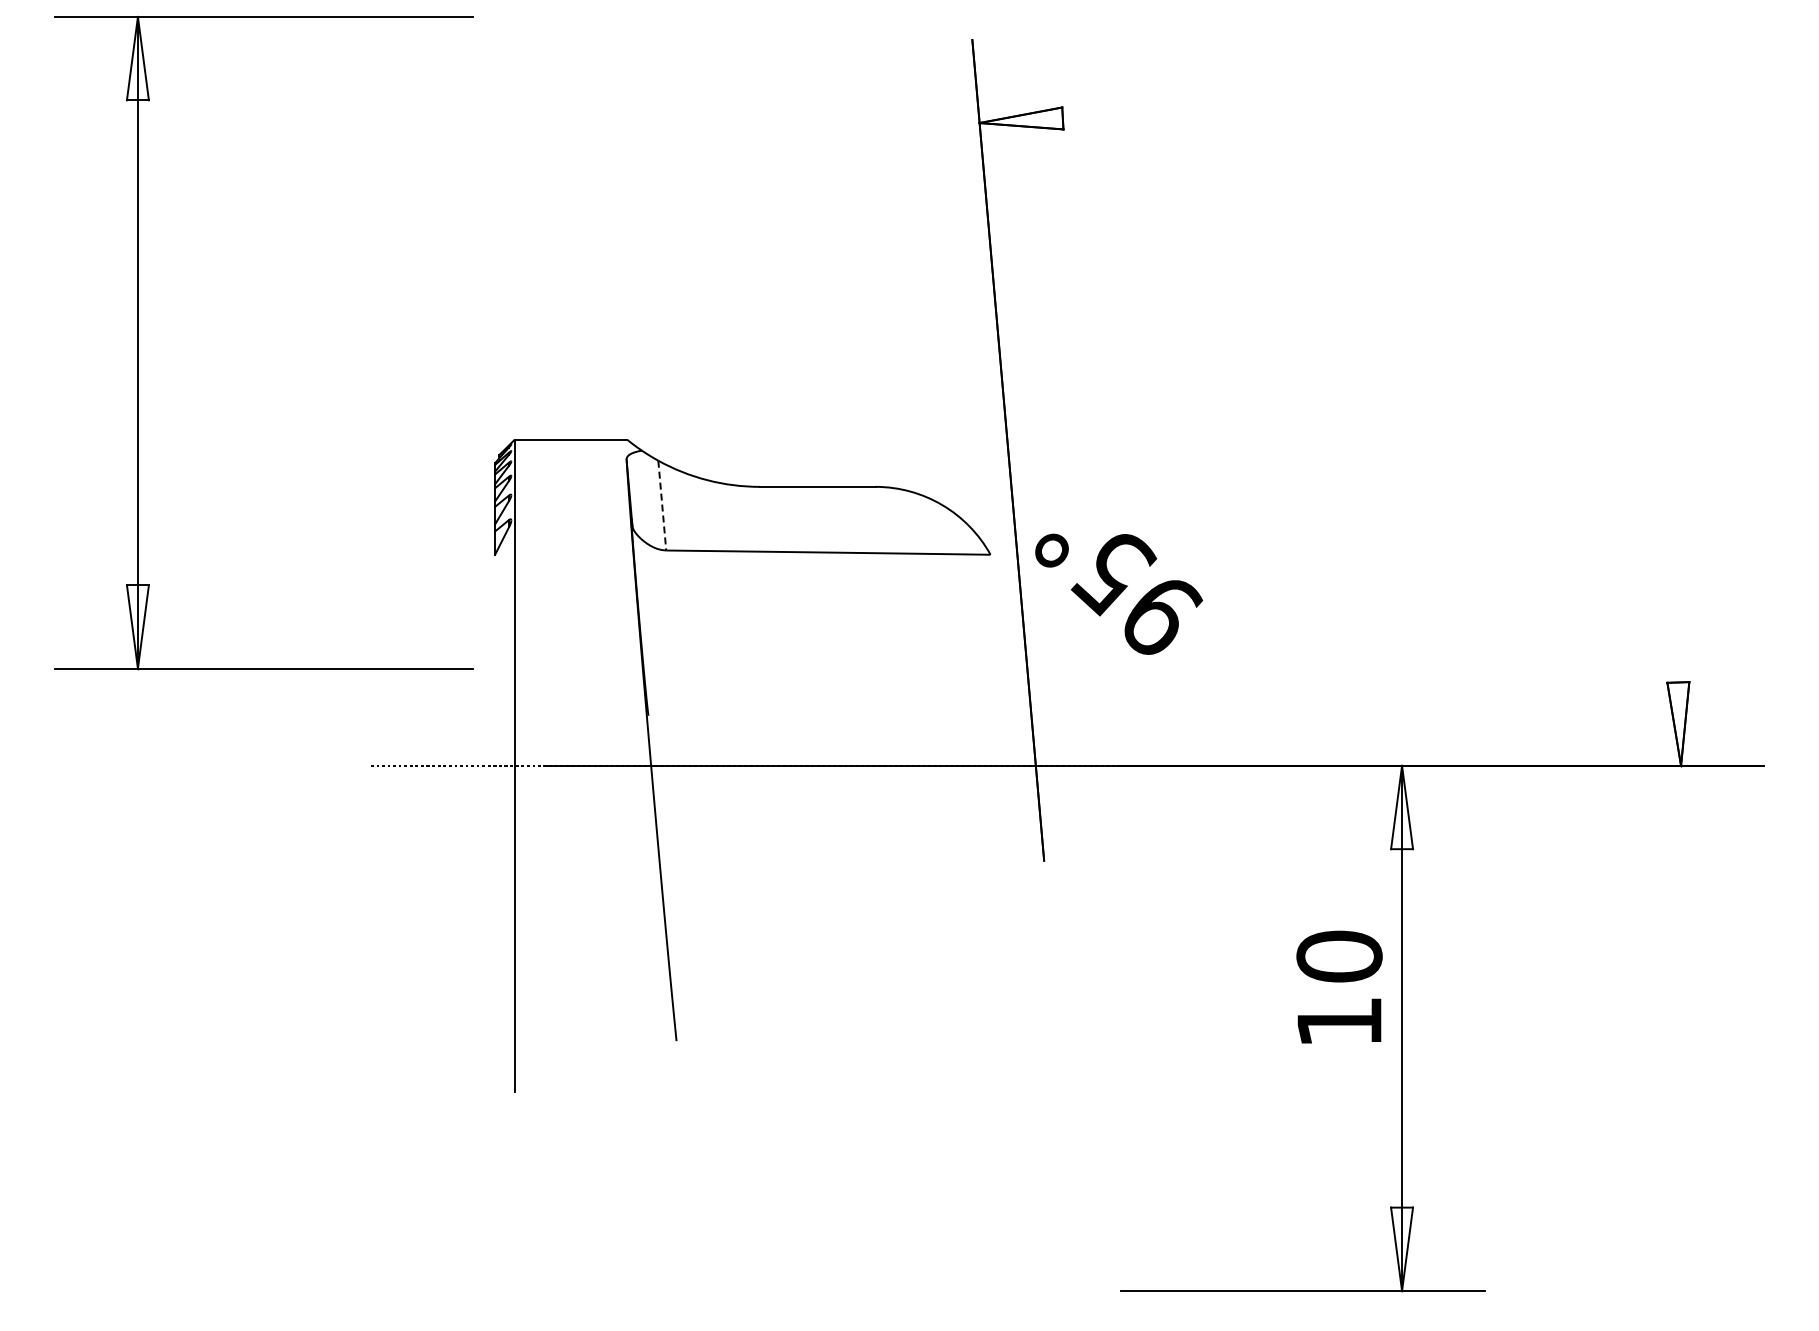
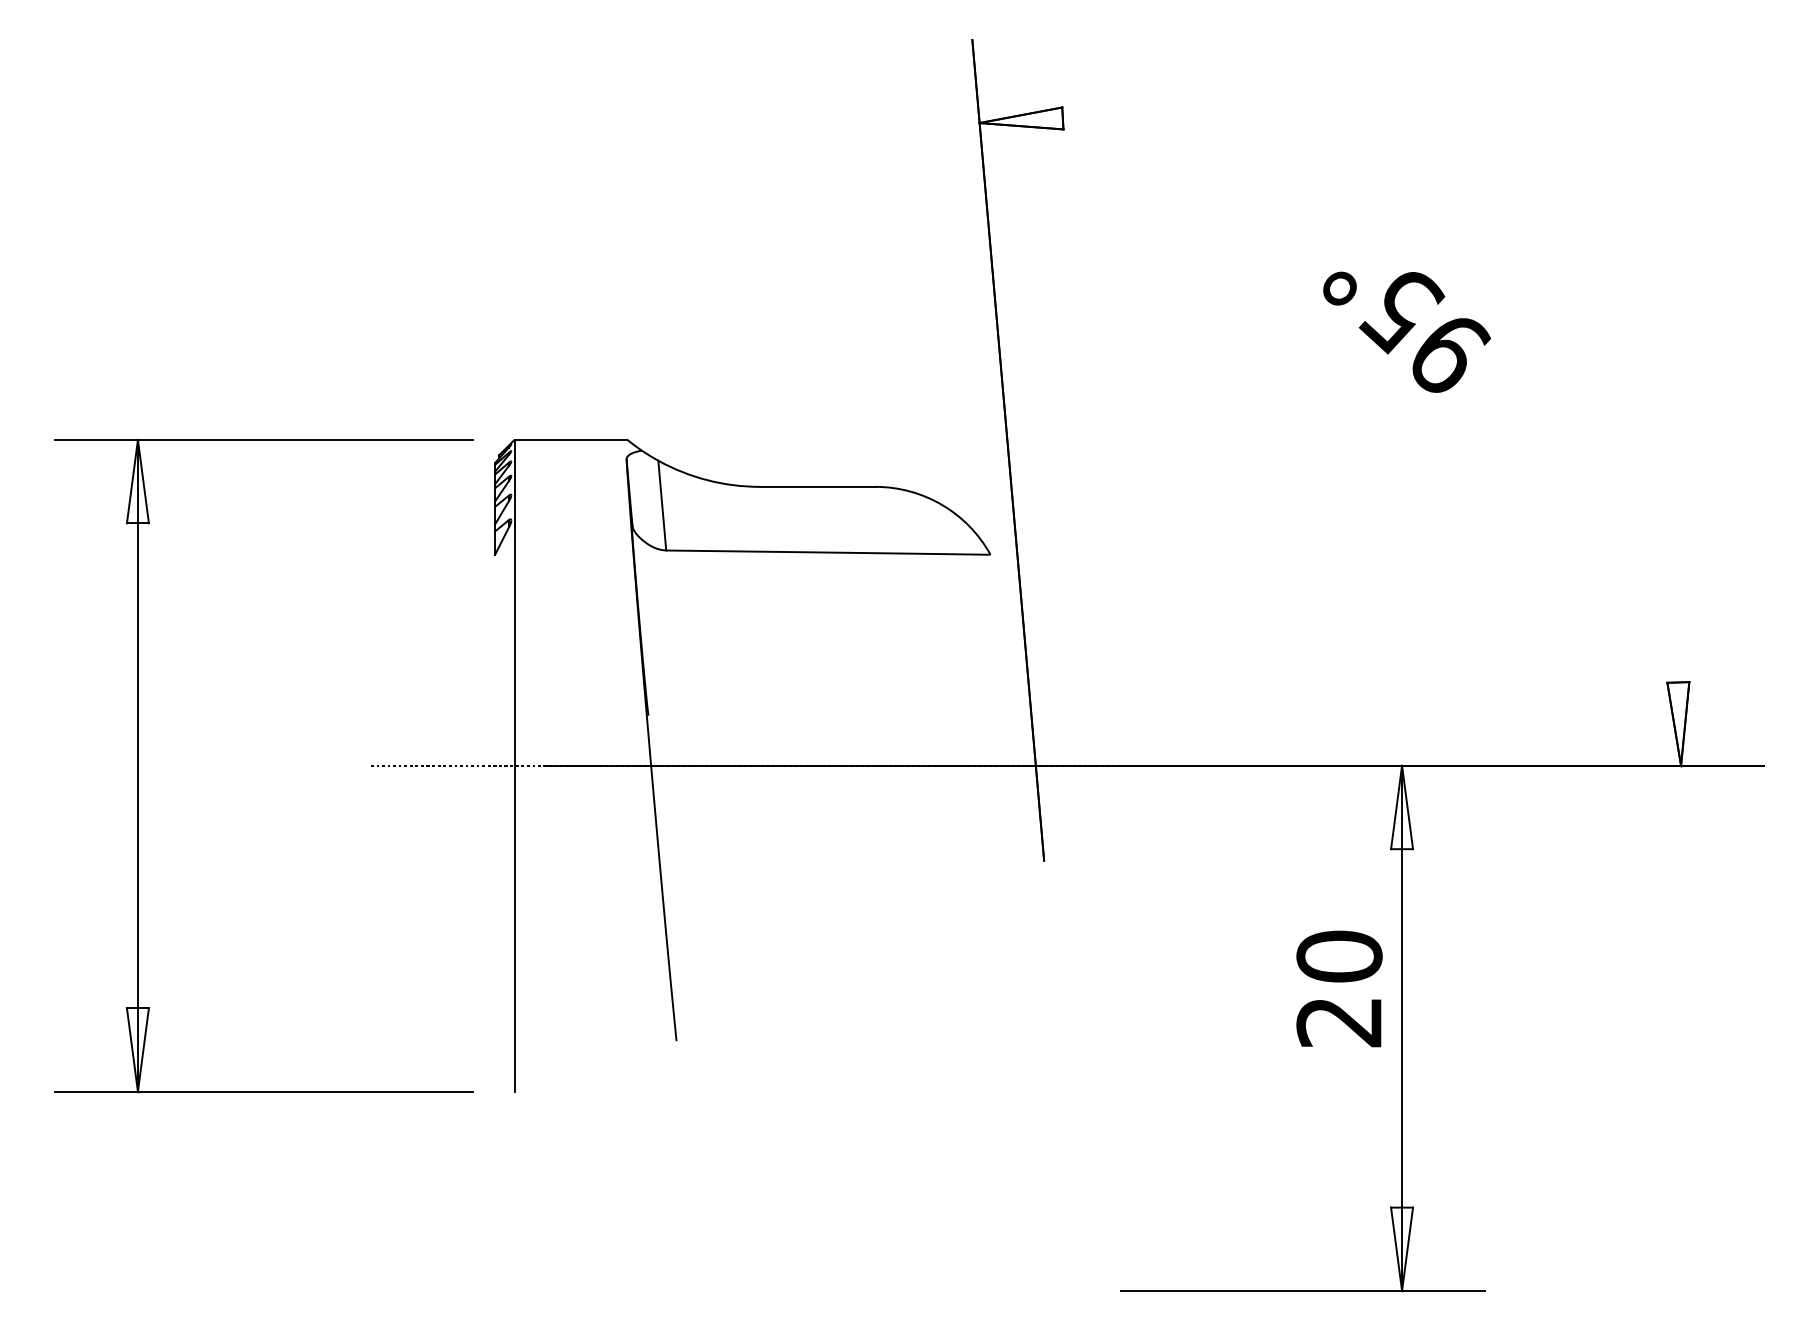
part at (138, 343) position: (138, 343) -> (138, 766)
line at (662, 506): dashed -> solid
text at (1119, 593) position: (1119, 593) -> (1407, 331)
text at (1338, 1022): 10 -> 20
